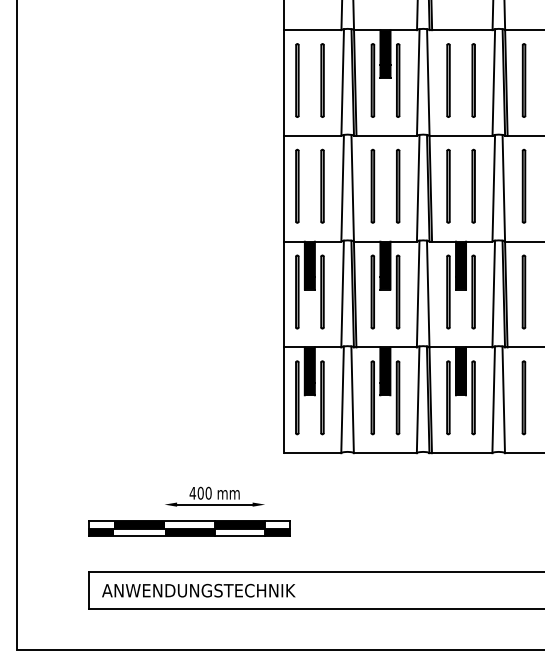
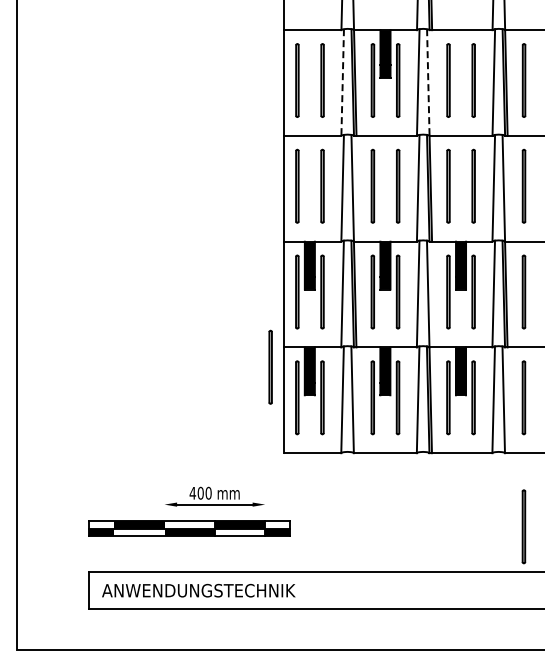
line at (342, 83): solid -> dashed
line at (428, 83): solid -> dashed
line at (270, 366): none -> present
part at (523, 526): none -> present
